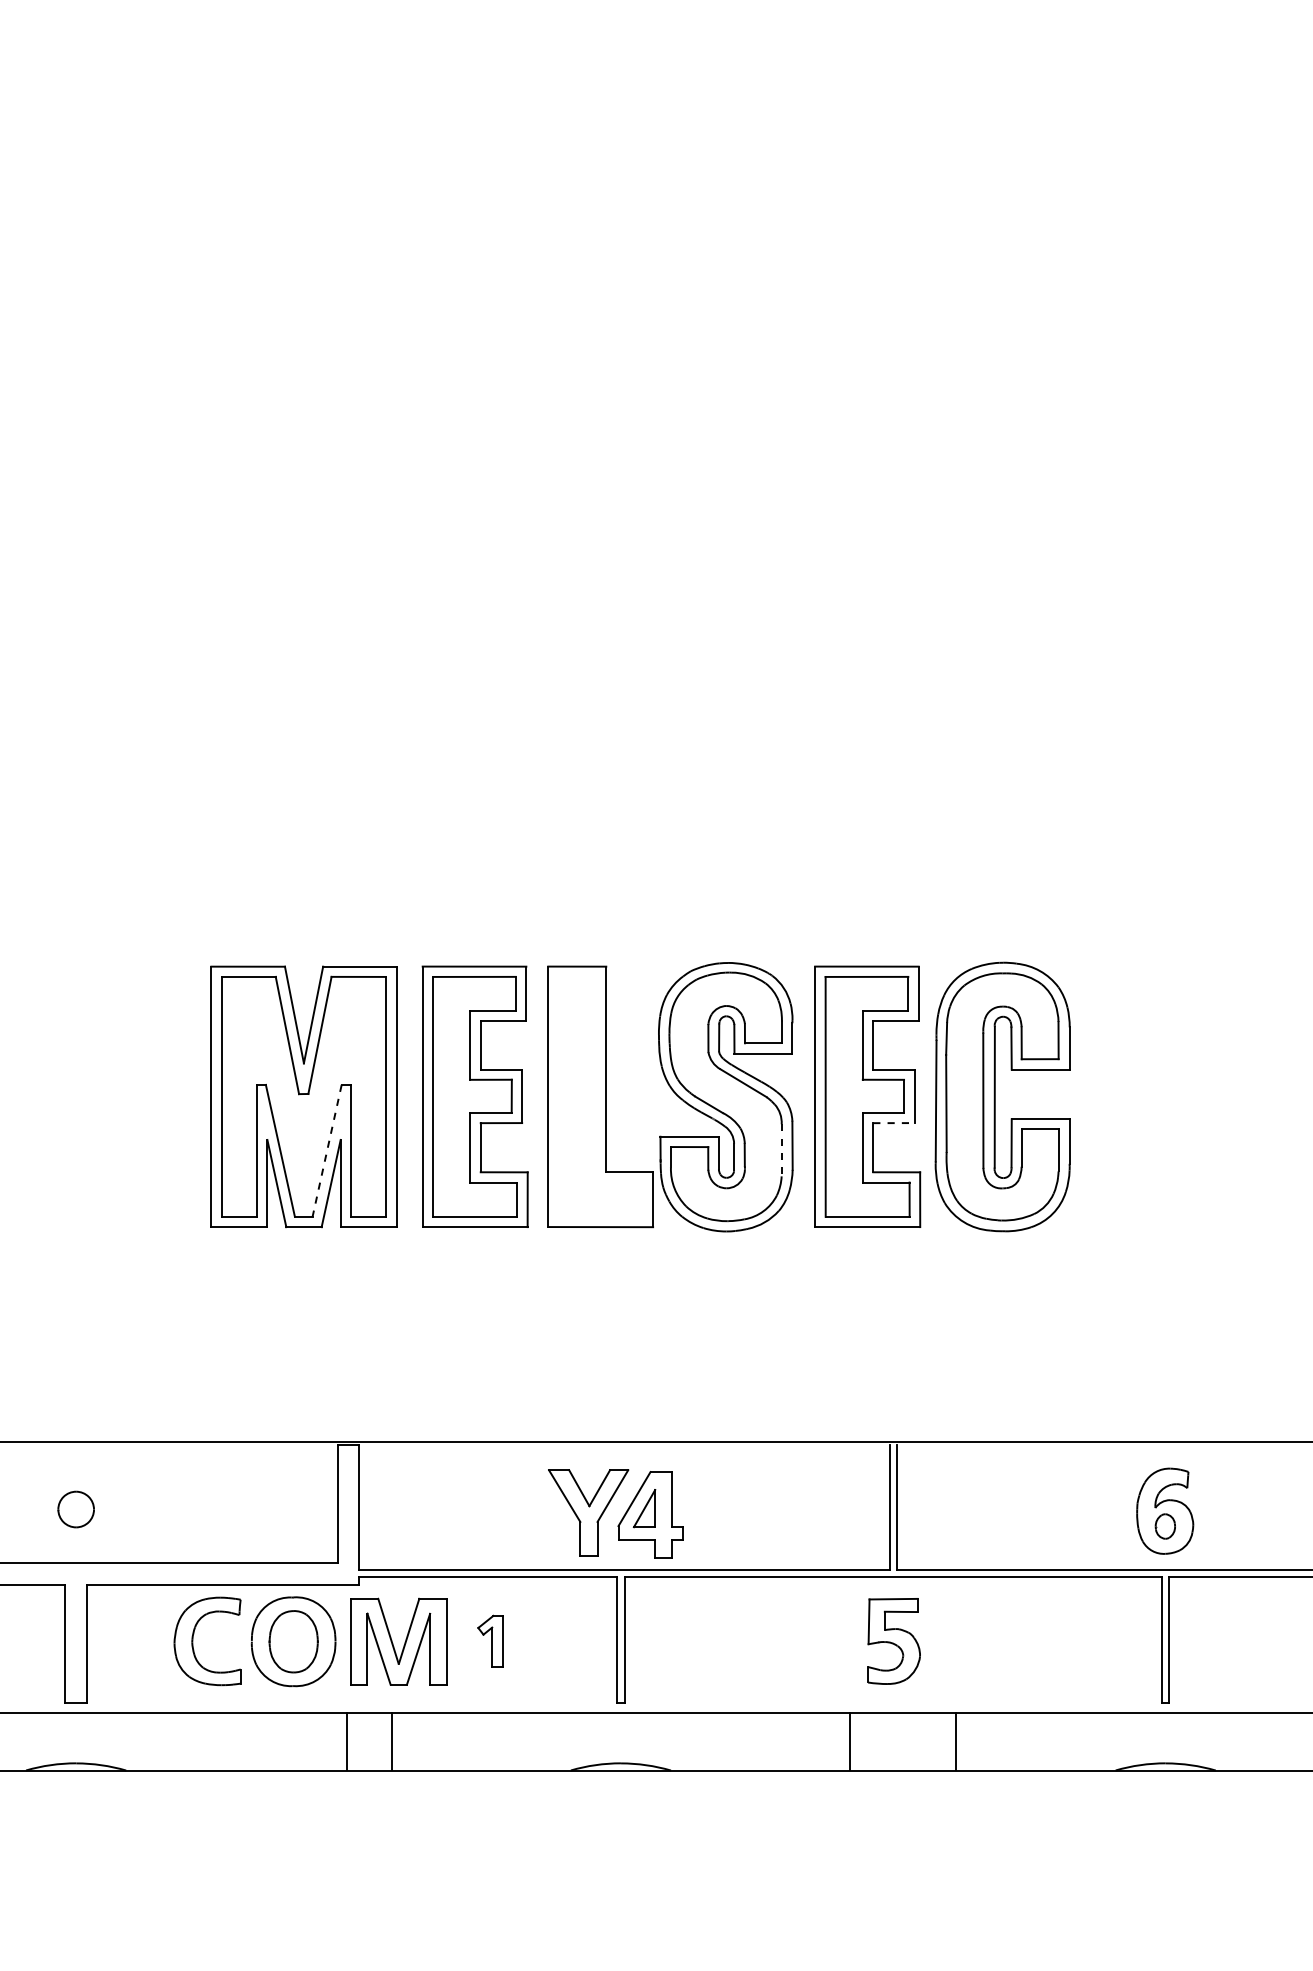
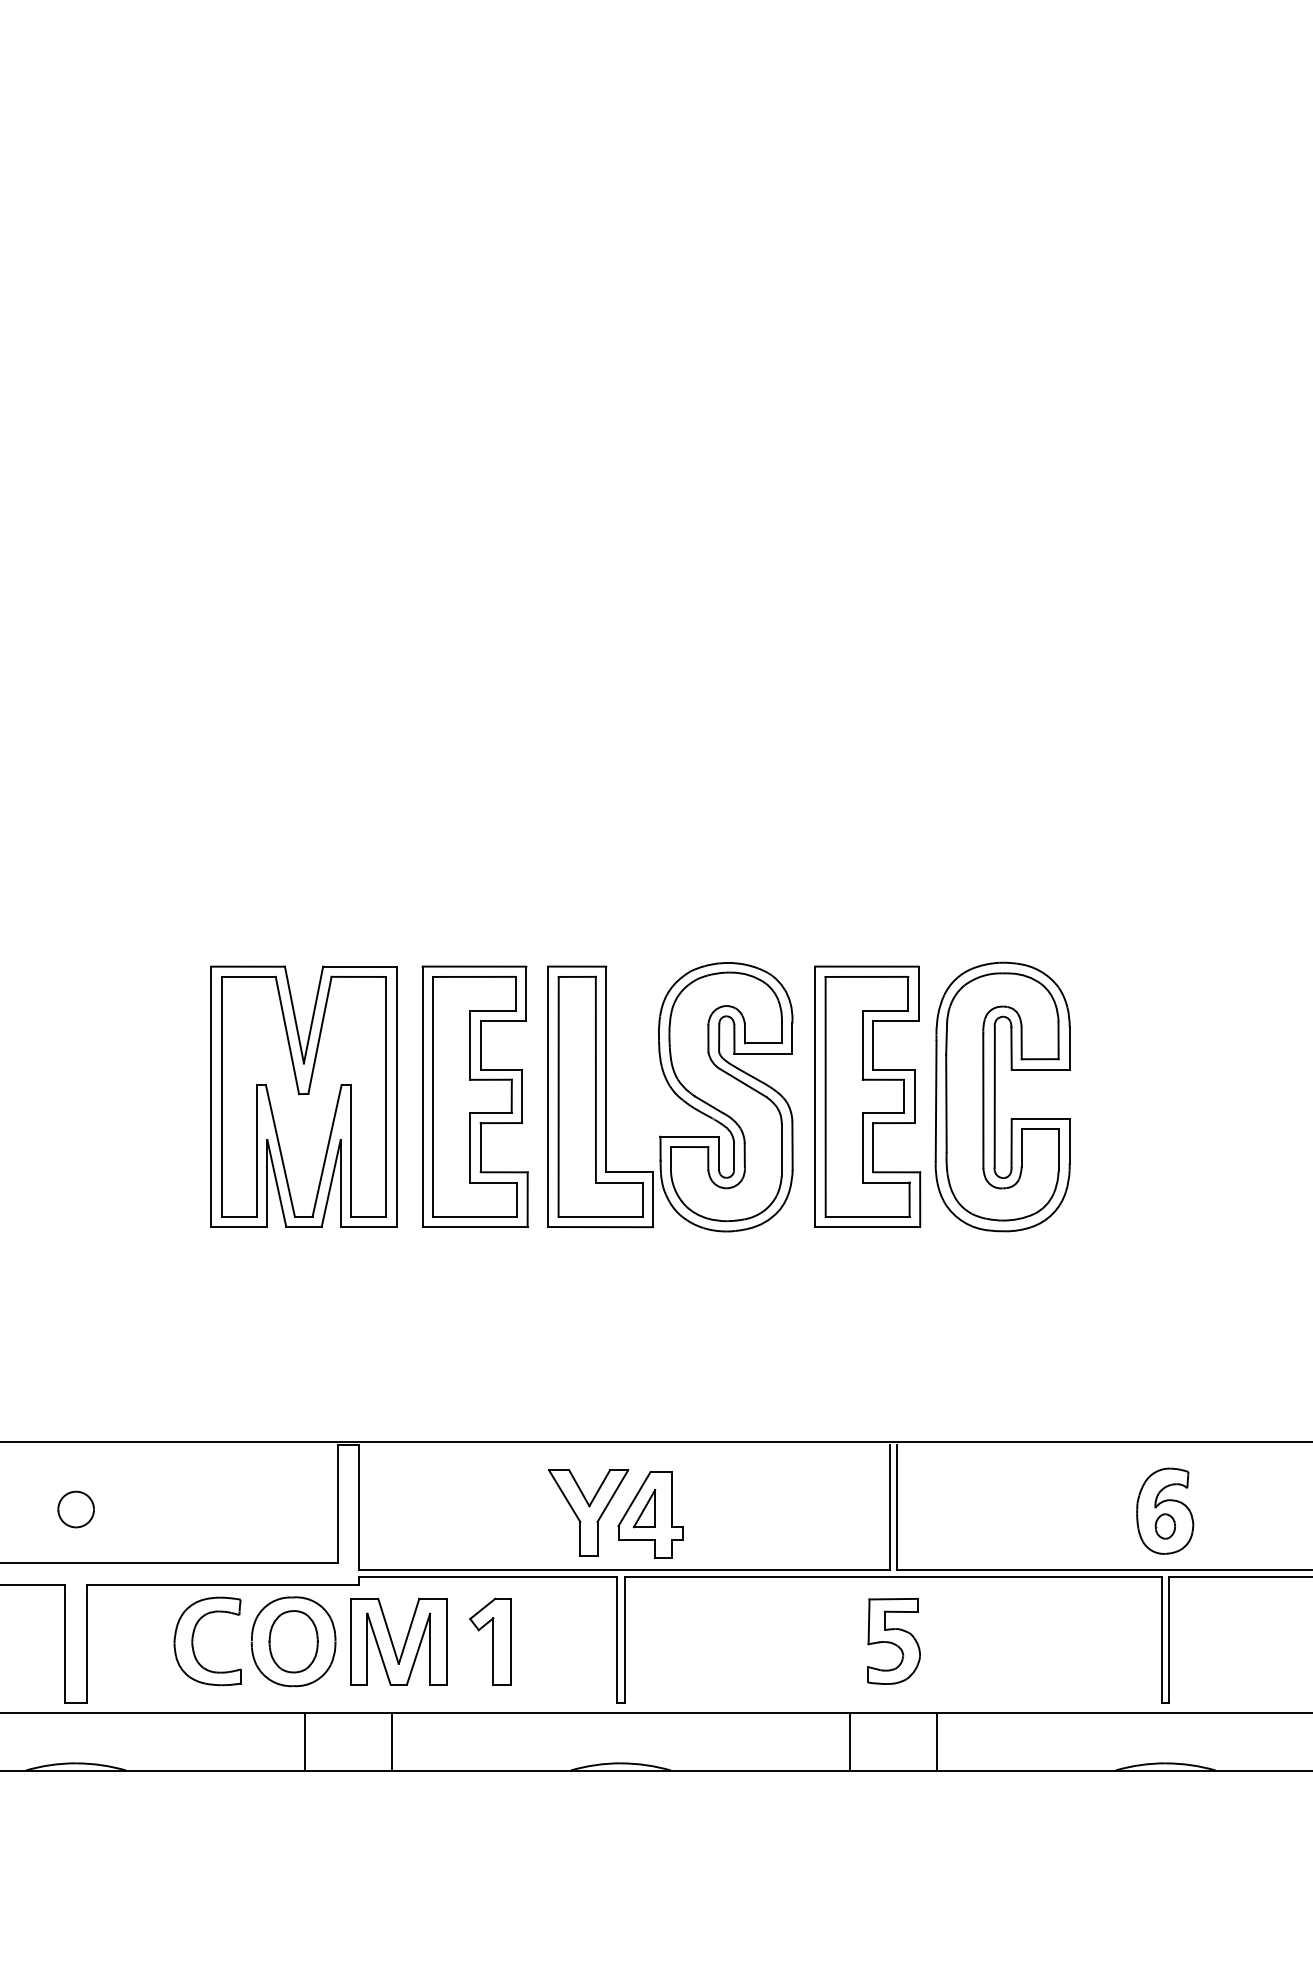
part at (600, 1096): none -> present
line at (893, 1123): dashed -> solid
line at (327, 1150): dashed -> solid
line at (781, 1150): dashed -> solid
part at (490, 1640) size: 27x54 px -> 43x89 px
line at (346, 1741) position: (346, 1741) -> (304, 1741)
line at (955, 1741) position: (955, 1741) -> (936, 1741)
